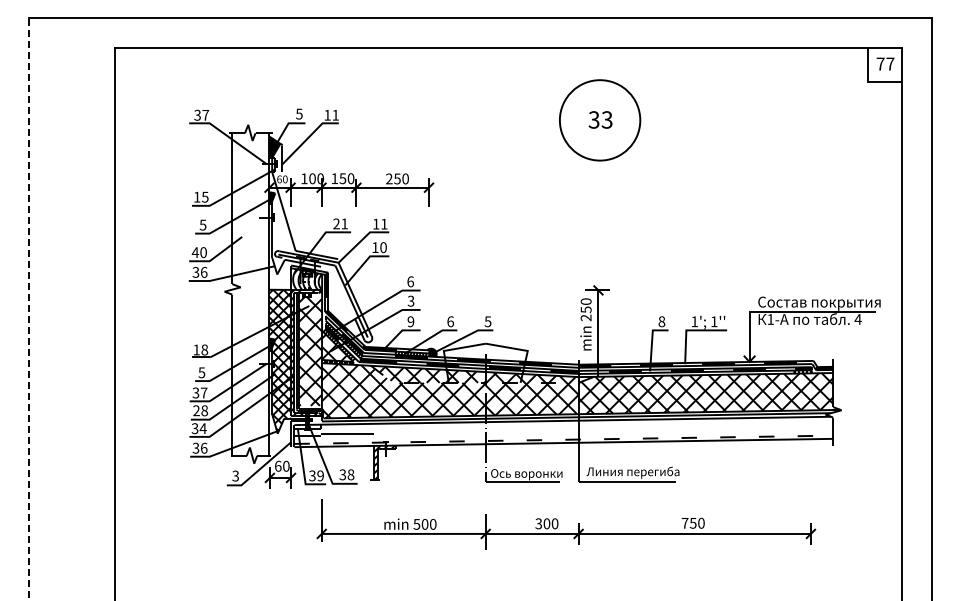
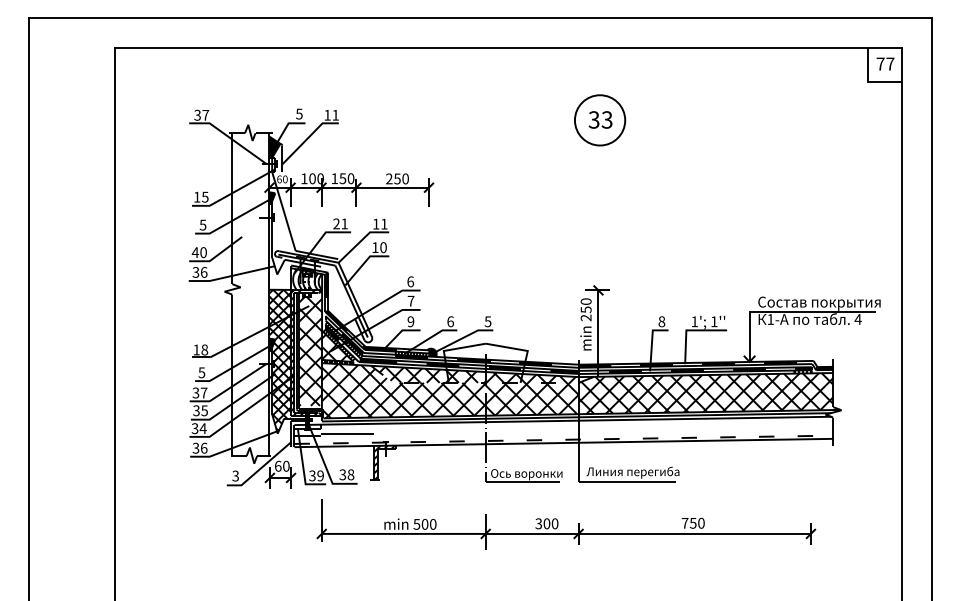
circle at (599, 120) diameter: 80 px -> 50 px
text at (410, 300): 3 -> 7
line at (28, 308): dashed -> solid
text at (200, 410): 28 -> 35
